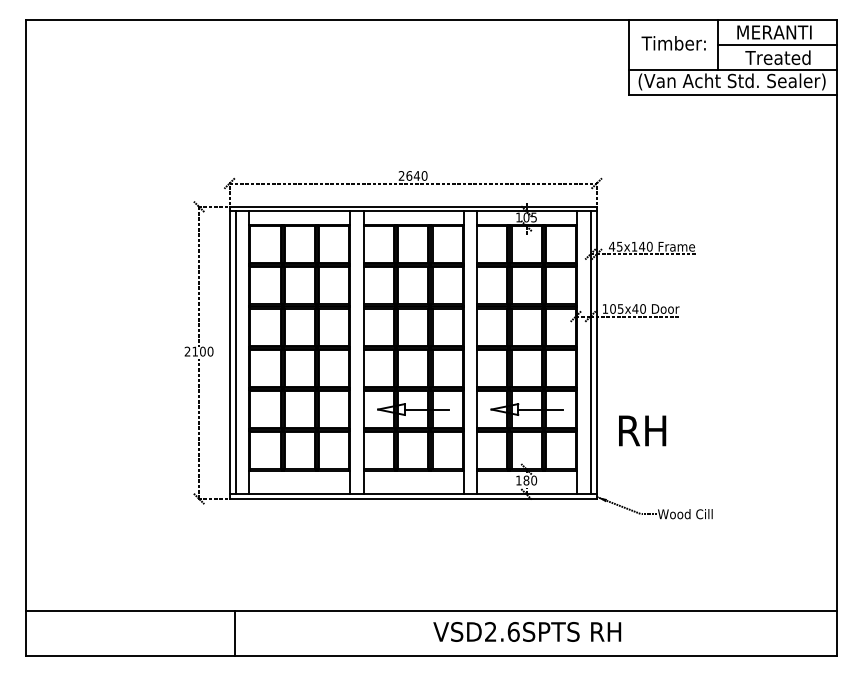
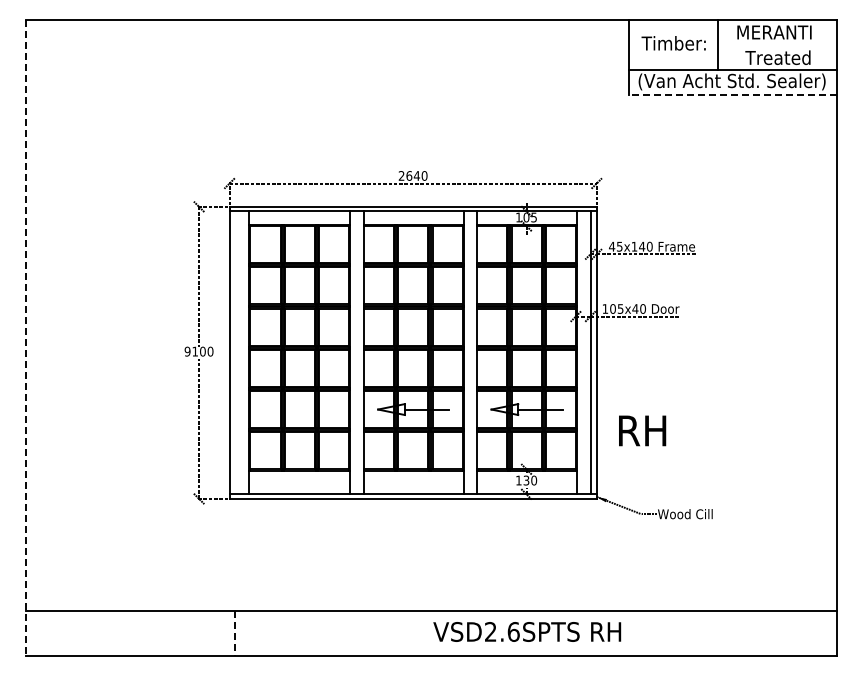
line at (777, 45): present -> none
line at (732, 94): solid -> dashed
line at (25, 337): solid -> dashed
text at (187, 351): 2100 -> 9100
line at (235, 352): present -> none
text at (526, 480): 180 -> 130
line at (234, 633): solid -> dashed
